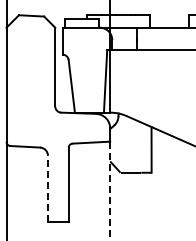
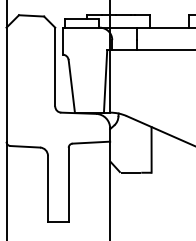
line at (48, 188): dashed -> solid
line at (110, 191): dashed -> solid
